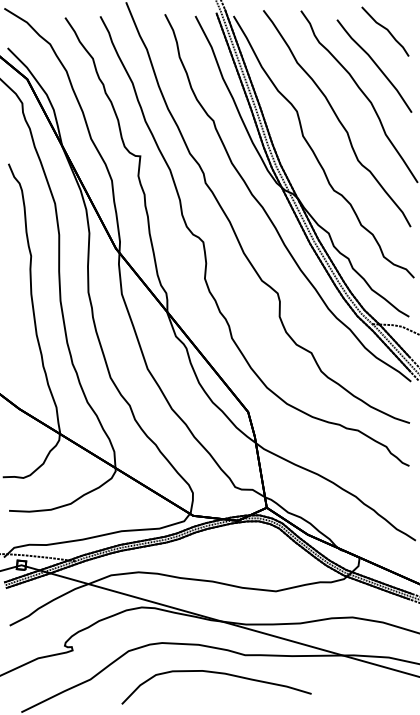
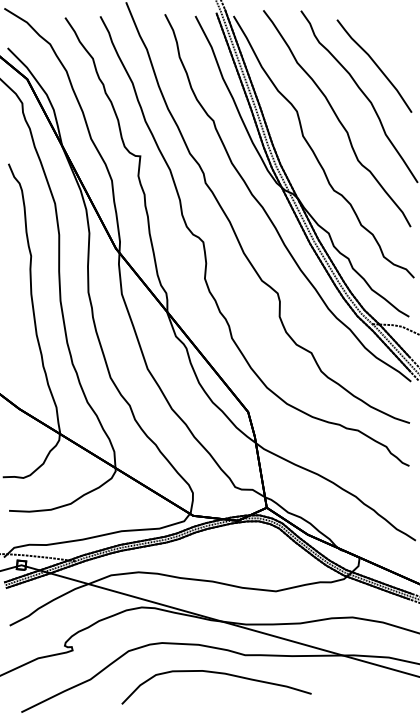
part at (385, 31): present -> none
